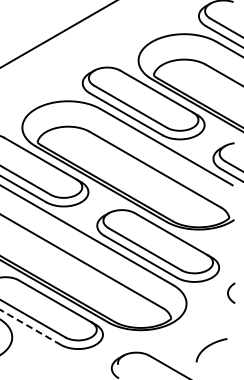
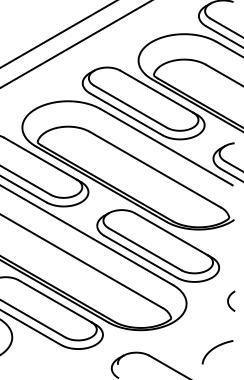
line at (75, 44): none -> present
curve at (229, 291) position: (229, 291) -> (229, 299)
line at (30, 327): dashed -> solid
curve at (208, 347) position: (208, 347) -> (214, 349)
